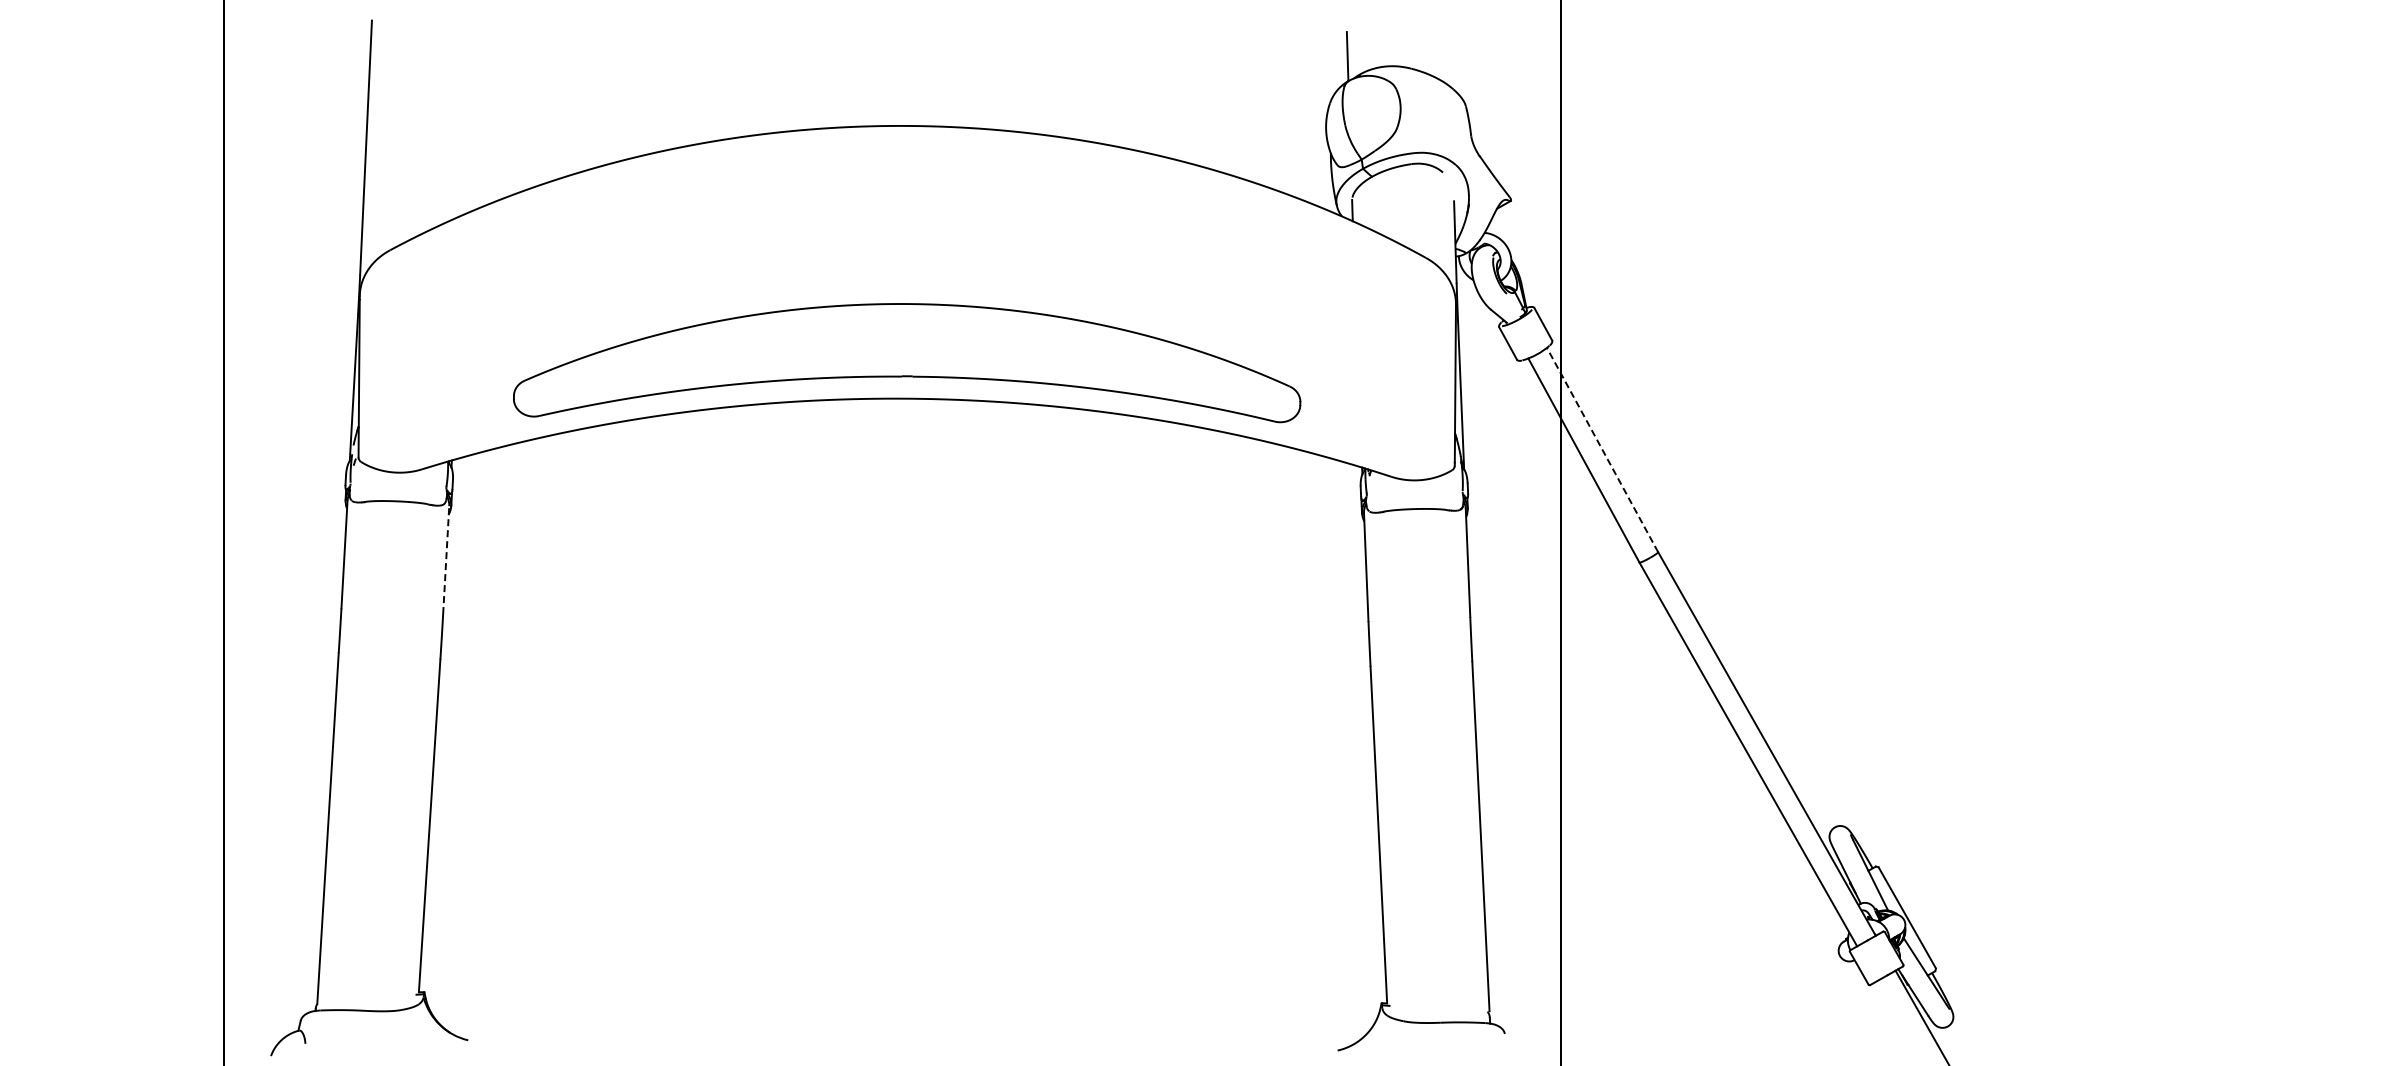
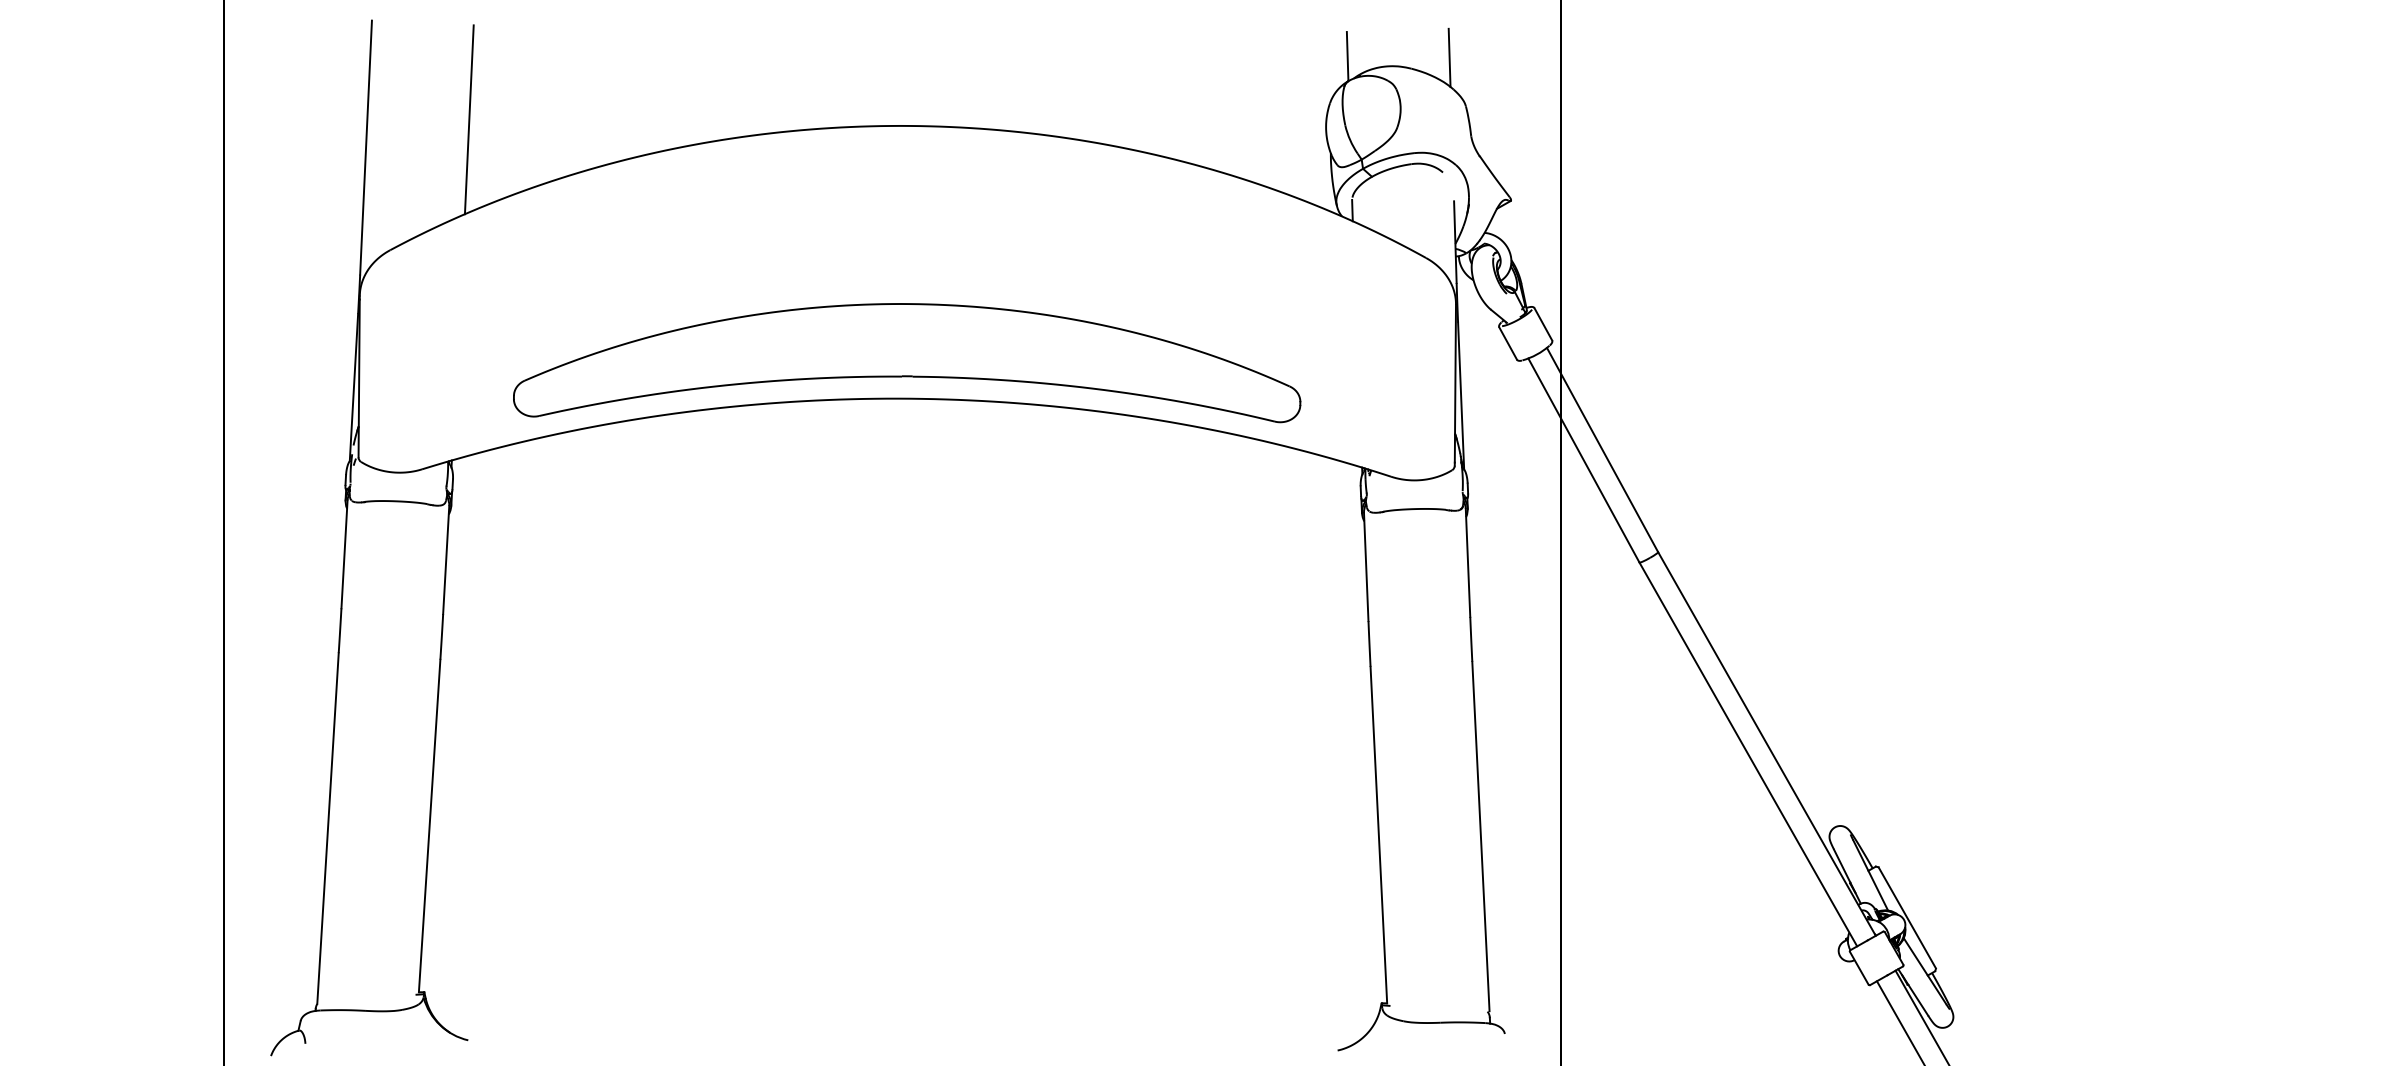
line at (1449, 57): none -> present
line at (468, 119): none -> present
line at (1602, 449): dashed -> solid
line at (446, 559): dashed -> solid
line at (1899, 1021): none -> present
